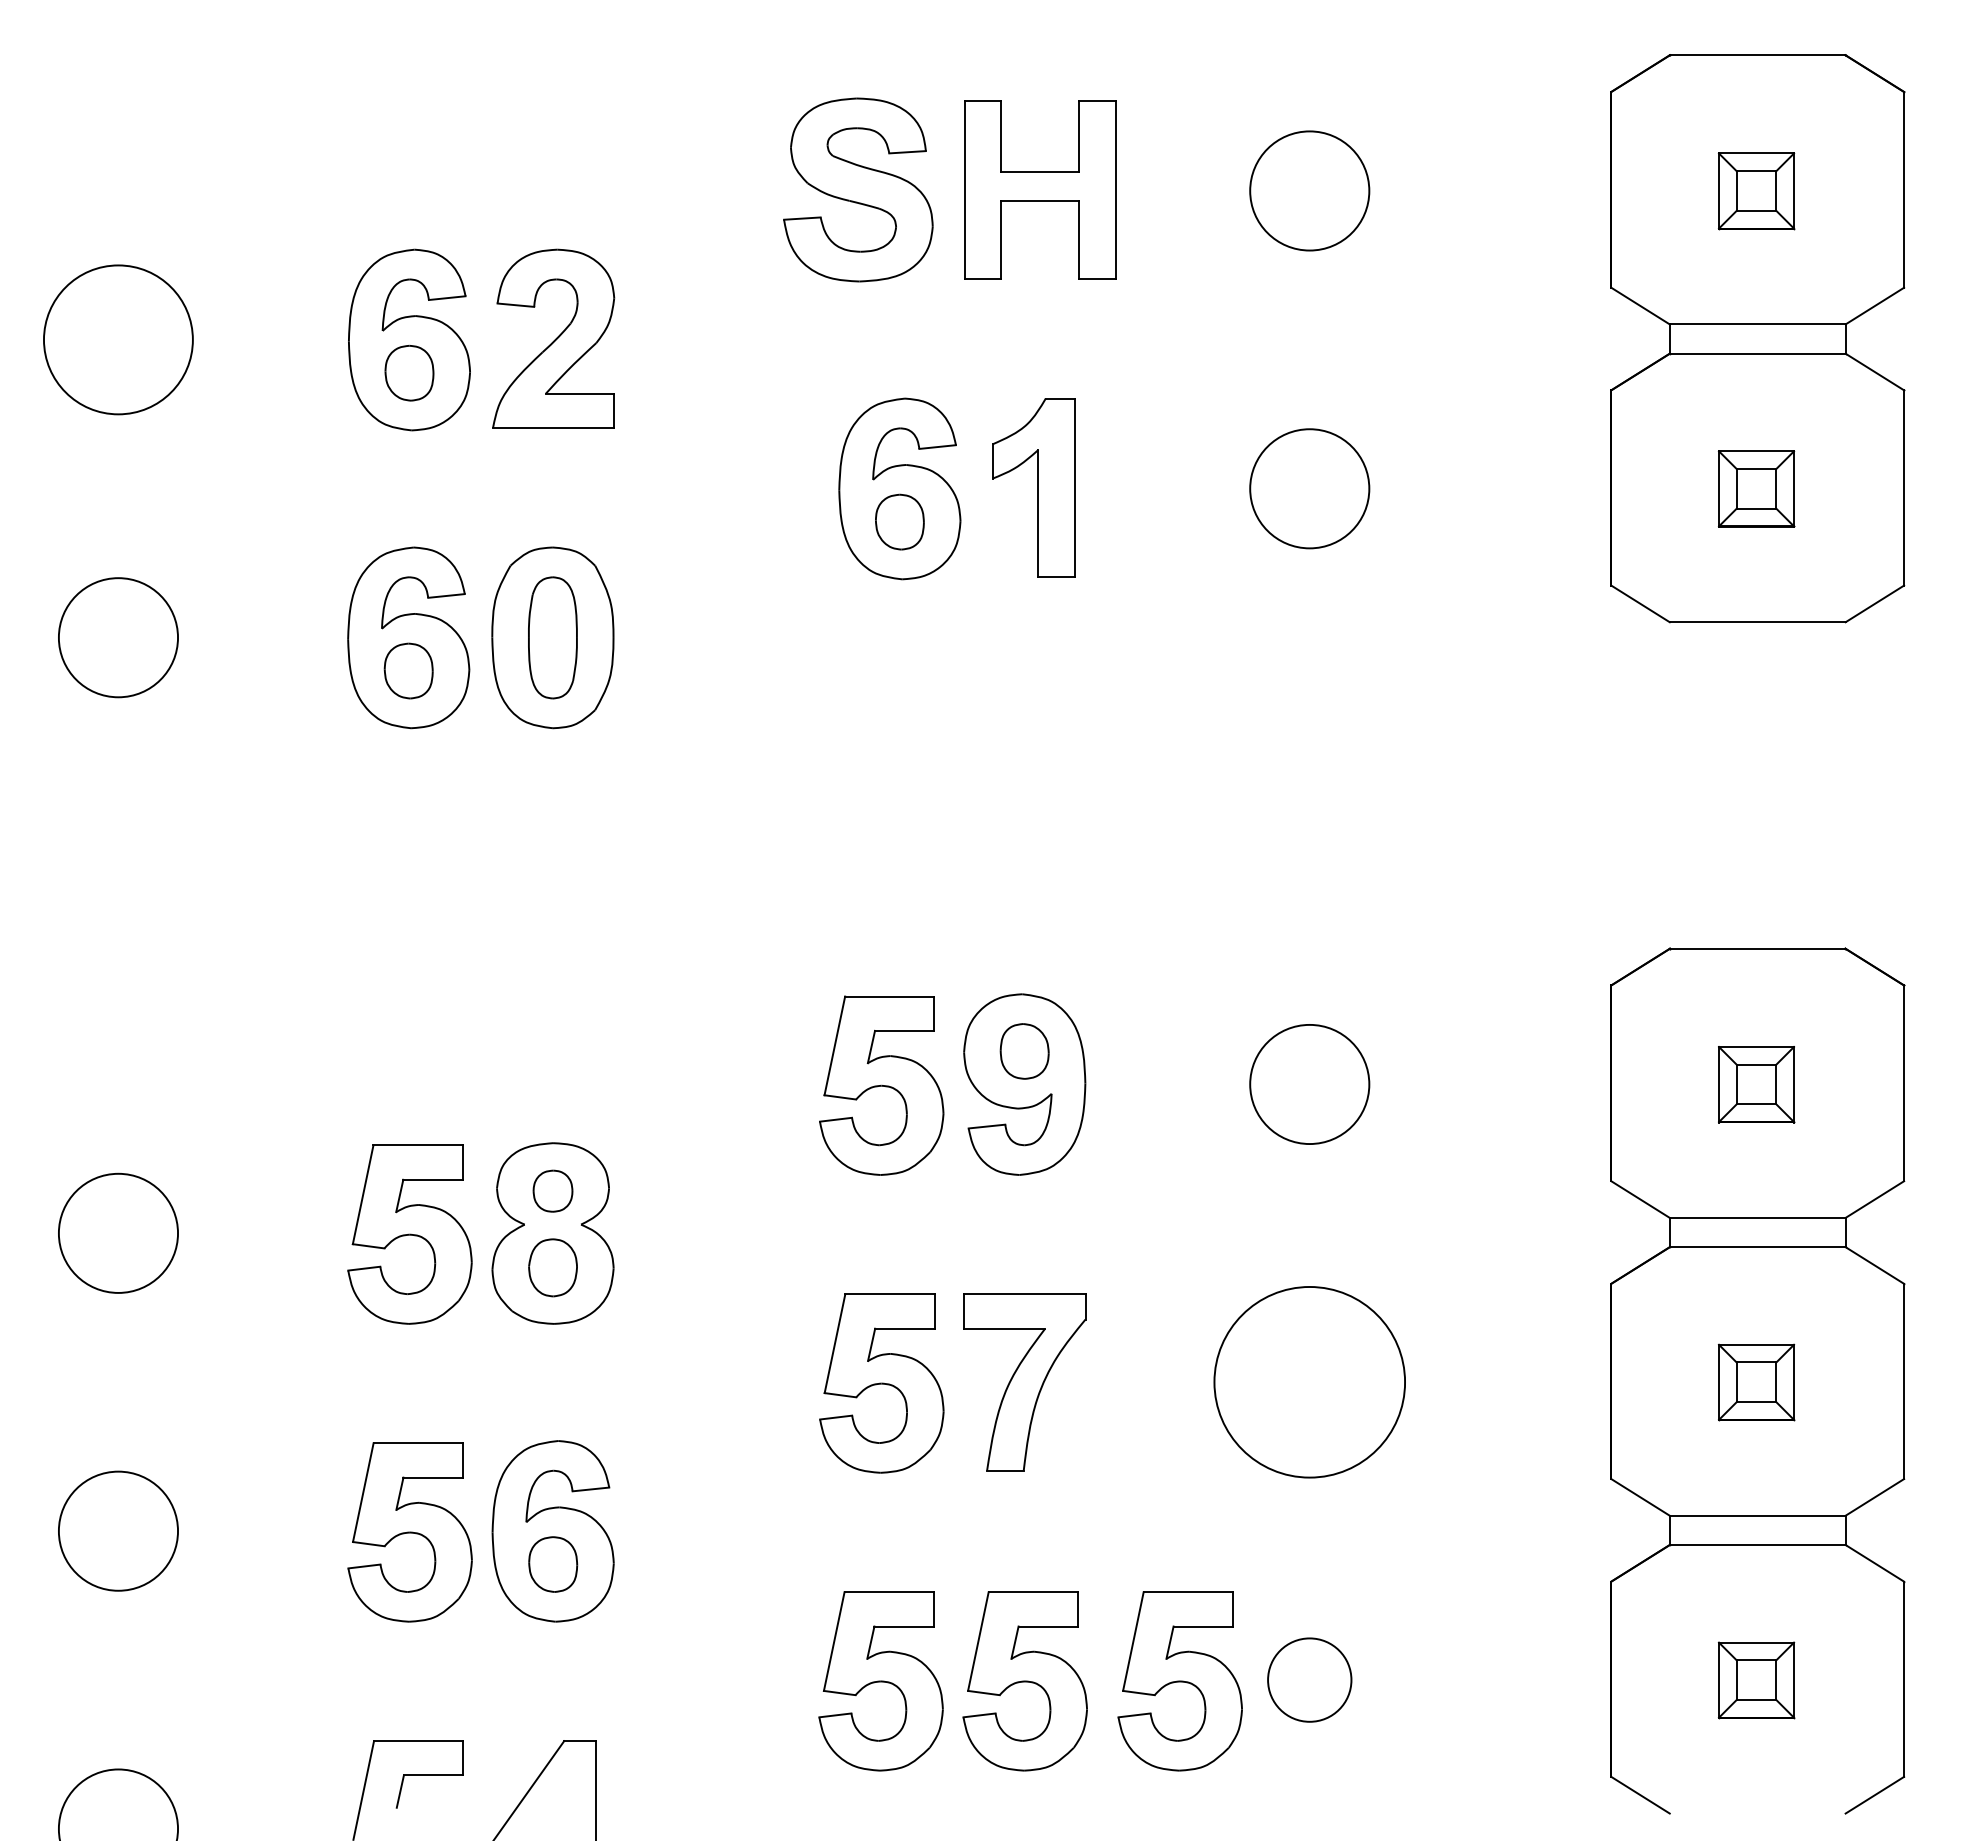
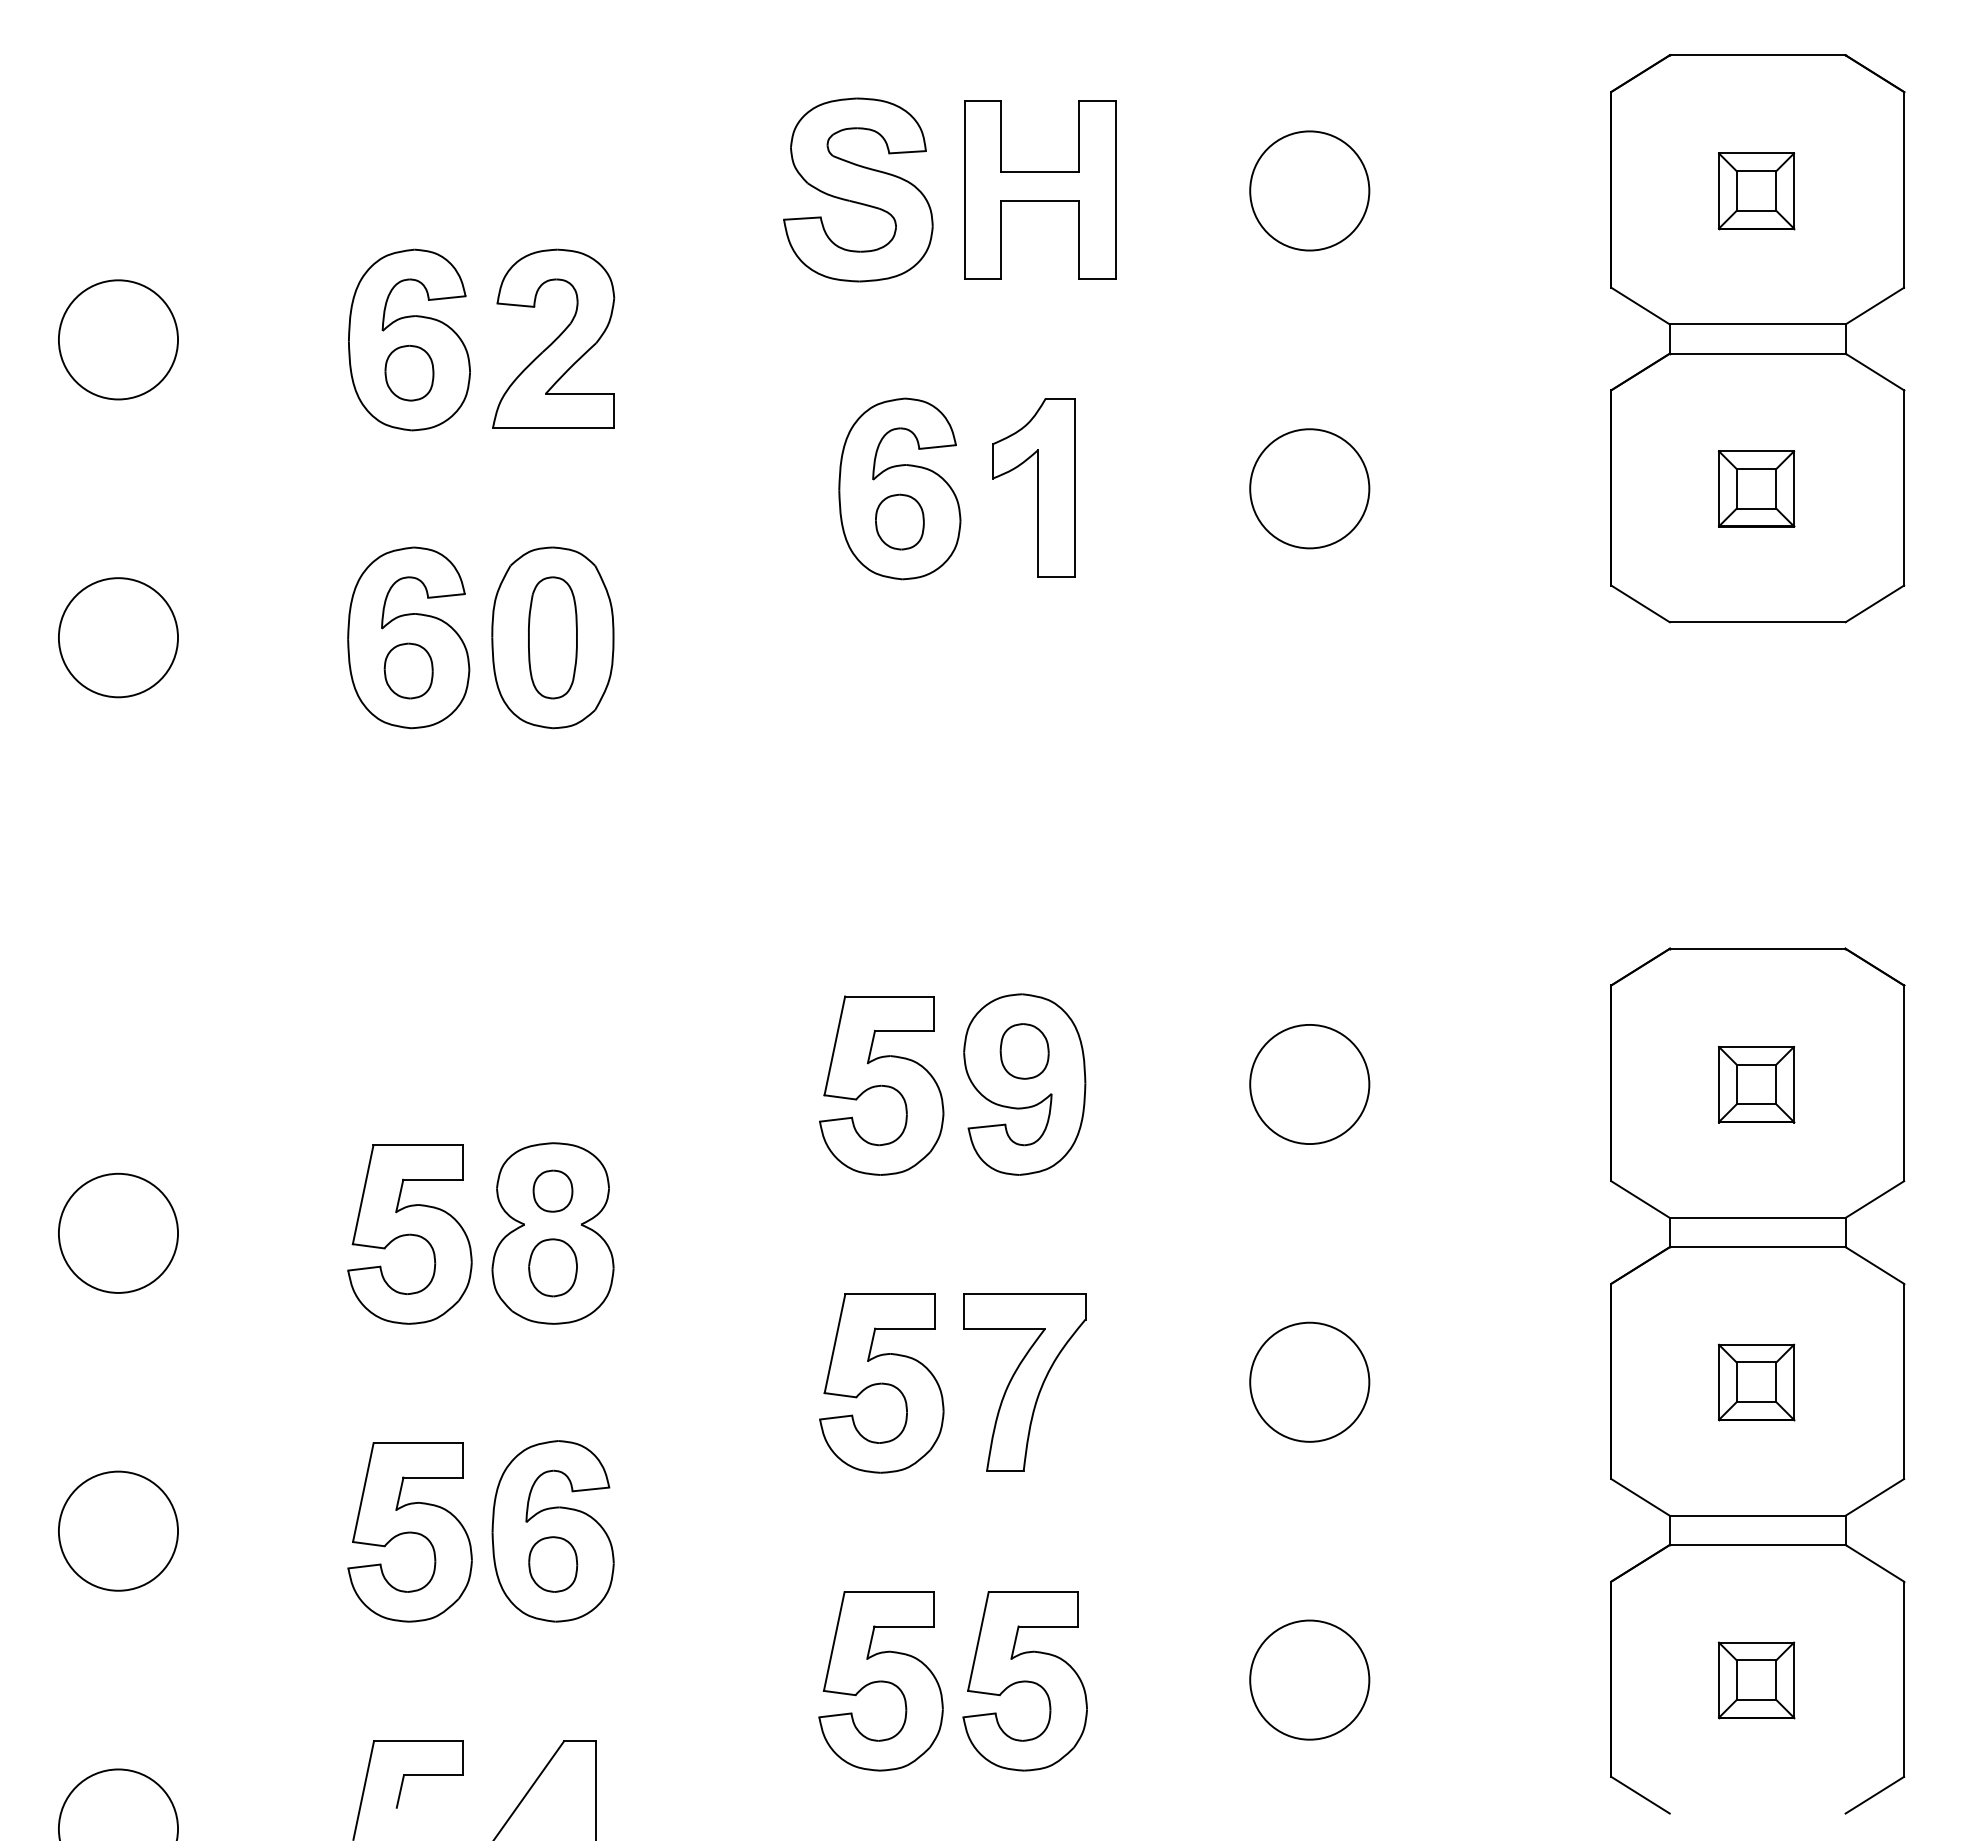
circle at (118, 339) diameter: 149 px -> 119 px
circle at (1309, 1381) diameter: 191 px -> 119 px
circle at (1309, 1679) diameter: 83 px -> 119 px
part at (1179, 1681): present -> none
